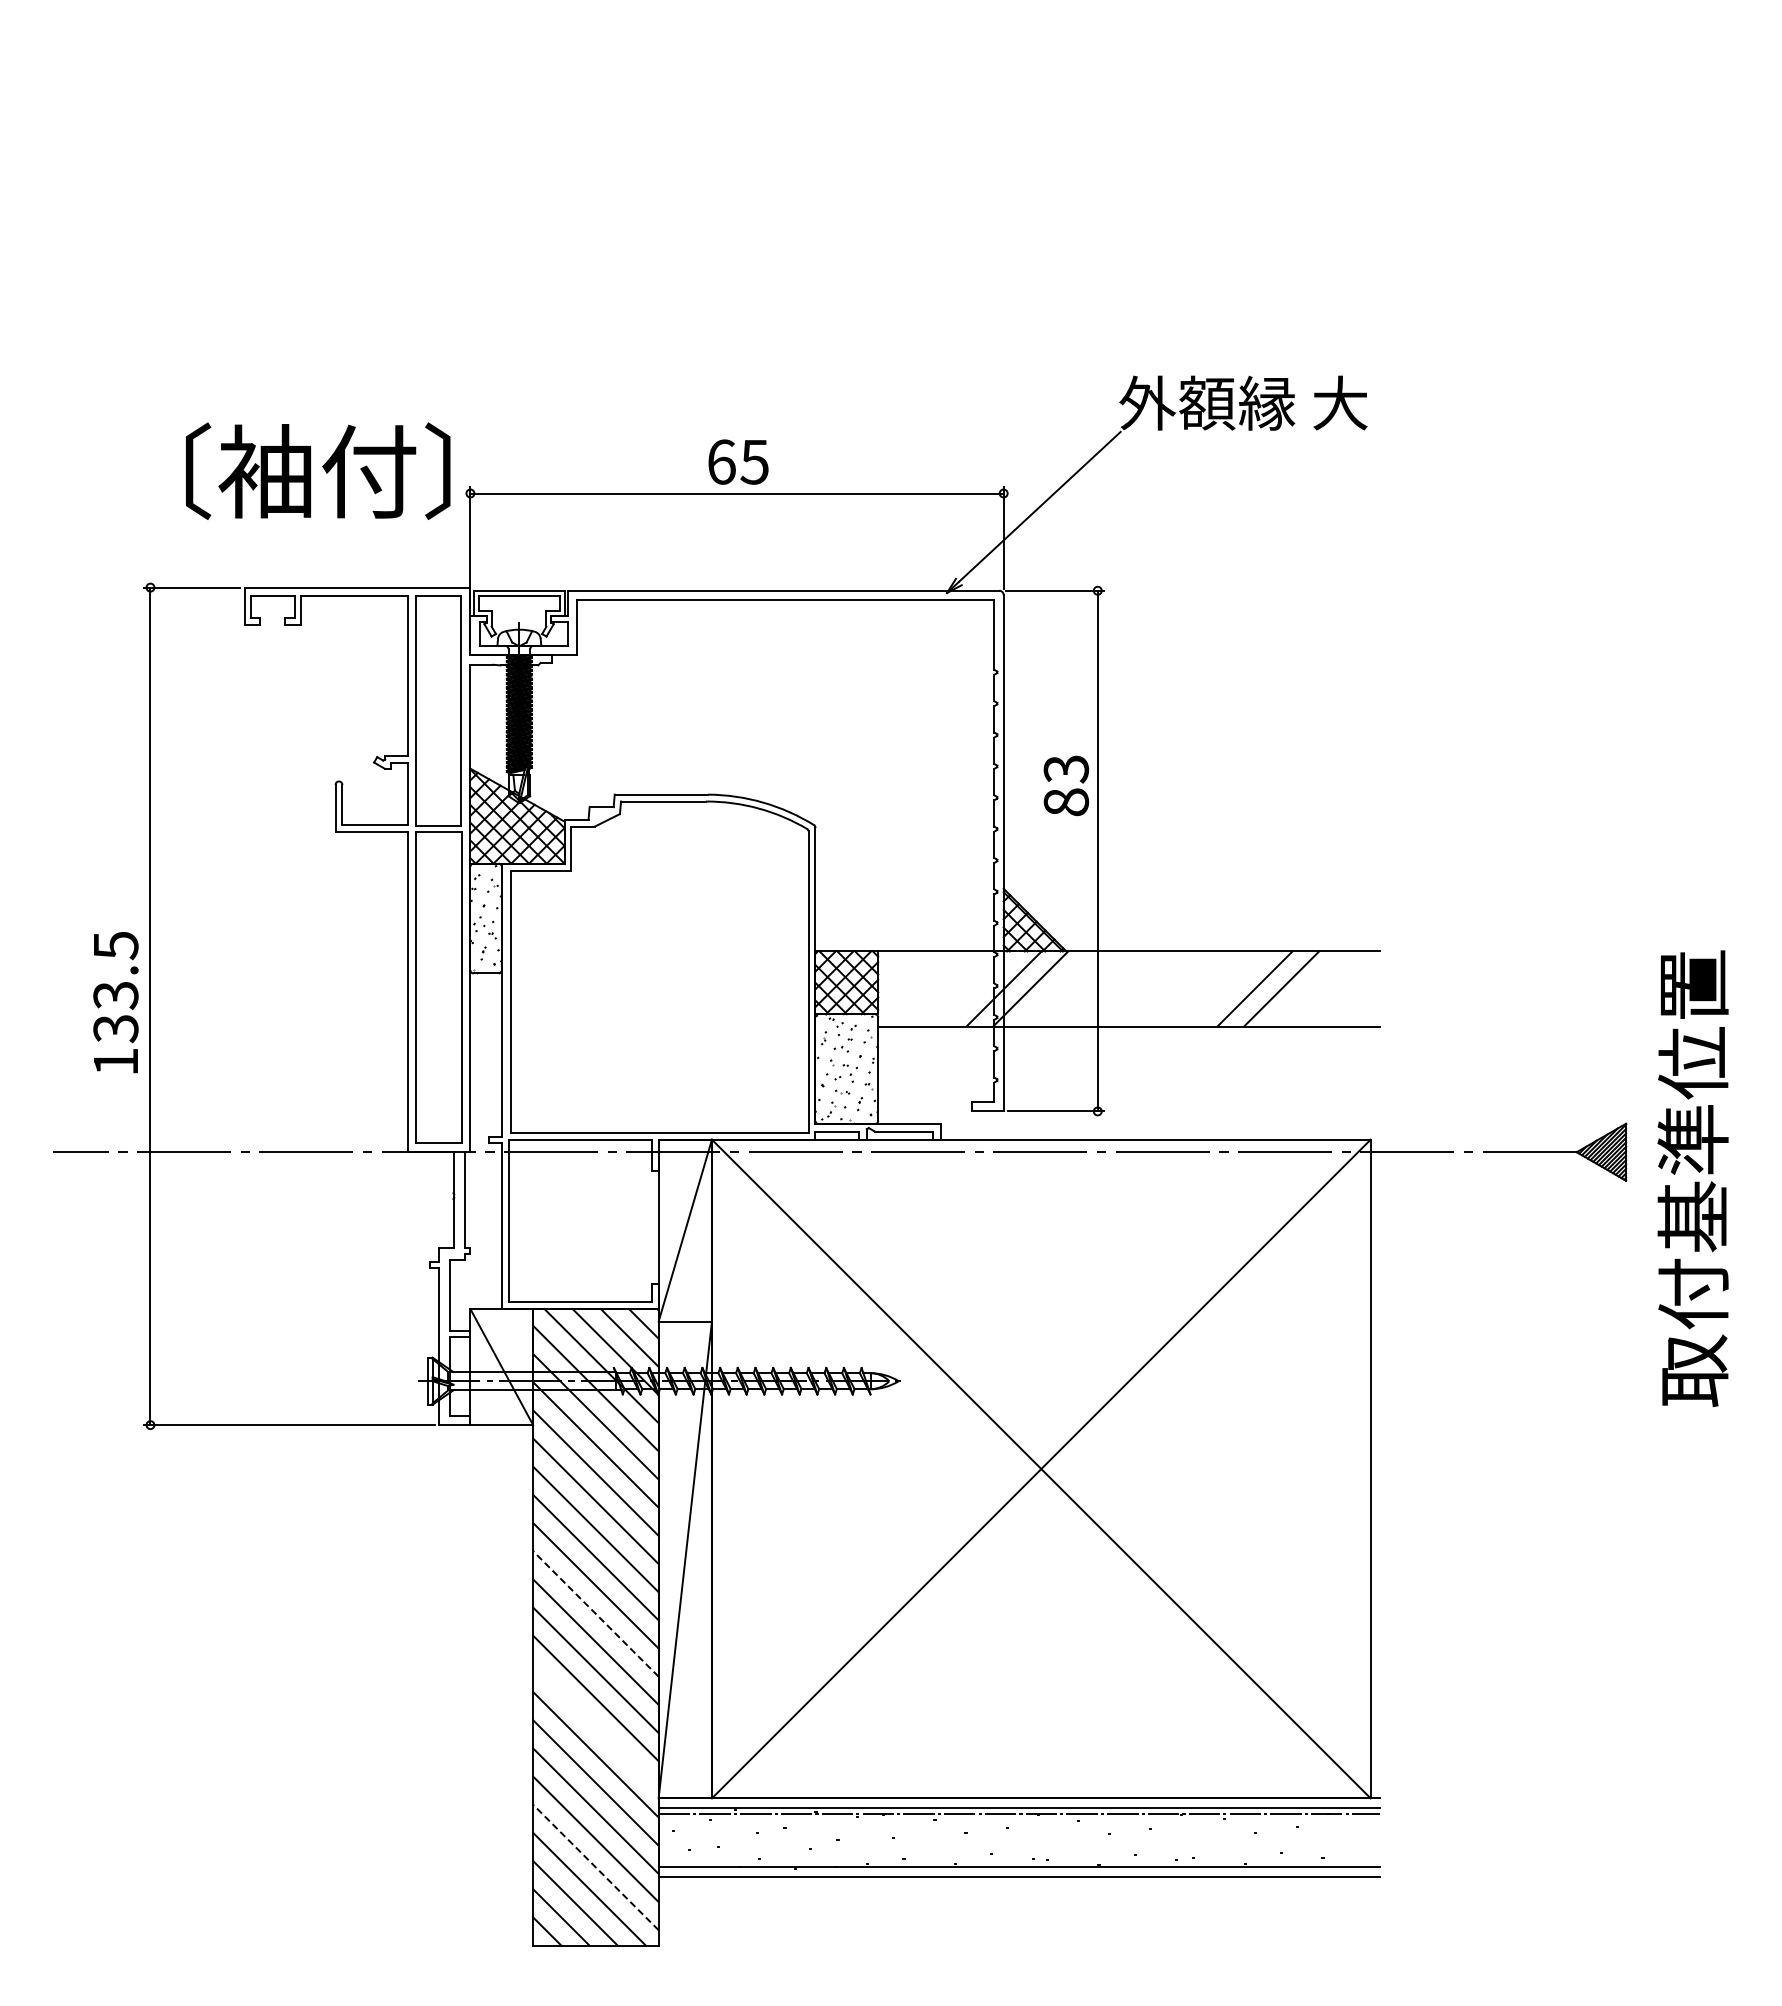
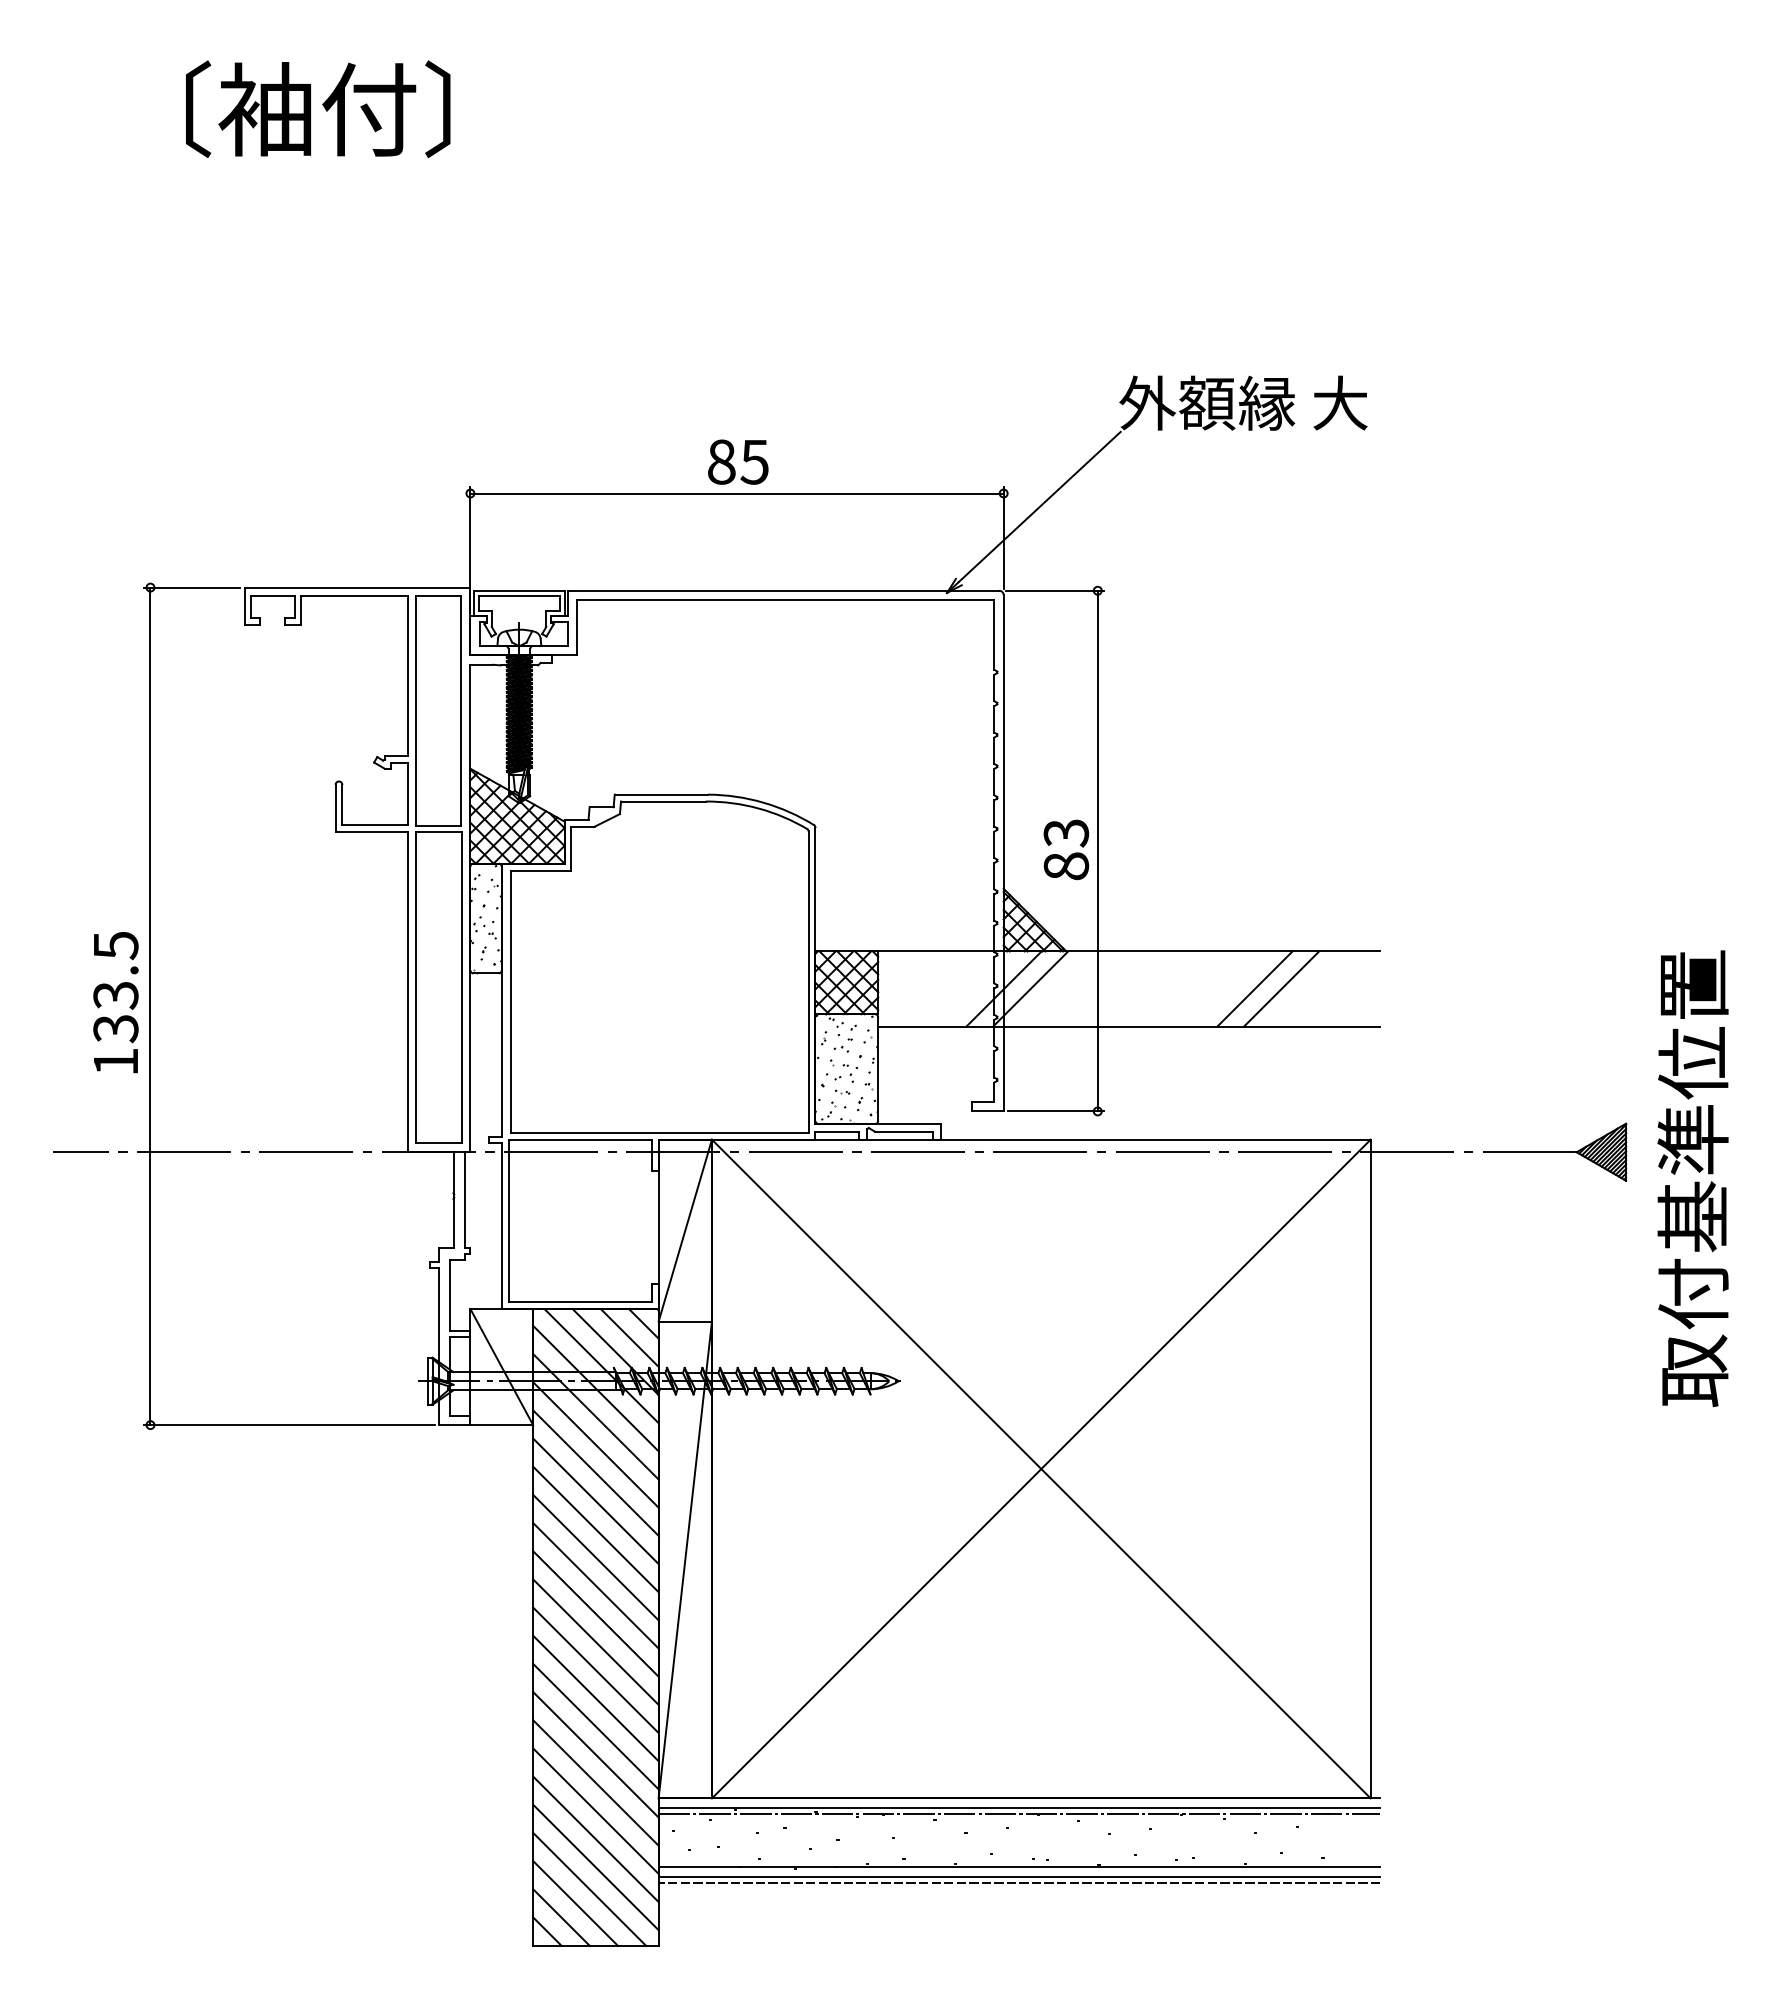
text at (721, 461): 65 -> 85
text at (318, 471) position: (318, 471) -> (318, 109)
text at (1066, 785) position: (1066, 785) -> (1066, 849)
line at (595, 1613): dashed -> solid
line at (595, 1726): none -> present
line at (595, 1867): dashed -> solid
line at (1019, 1883): none -> present
